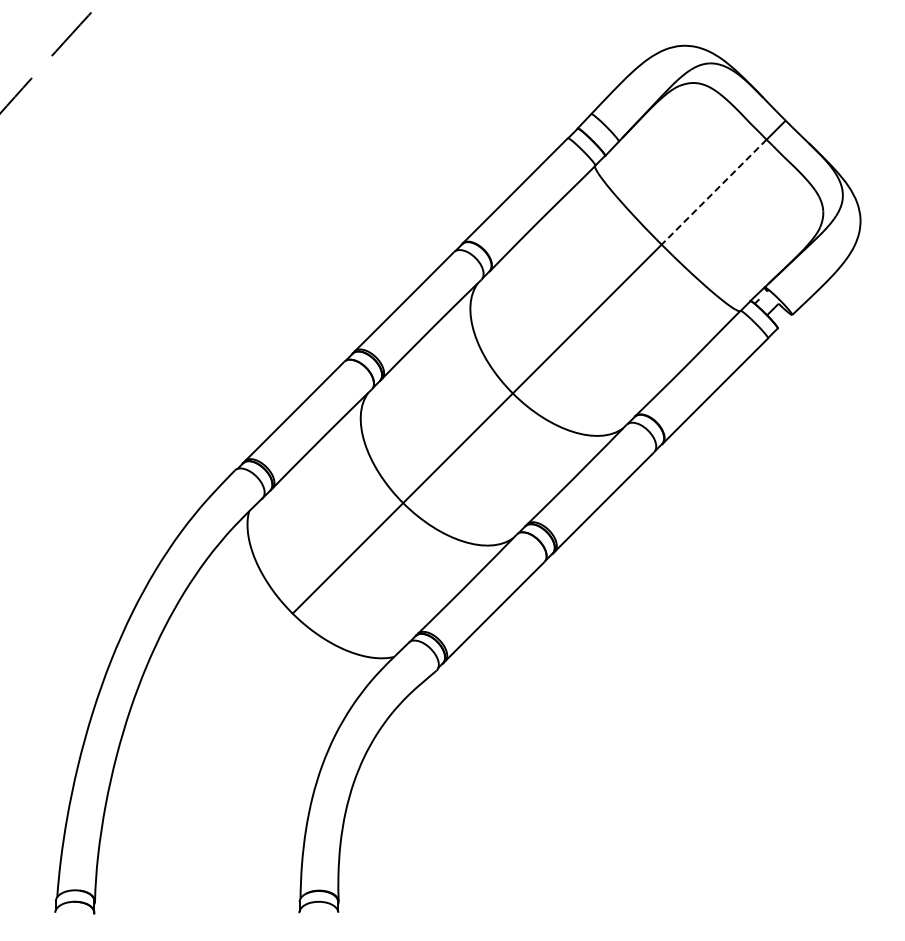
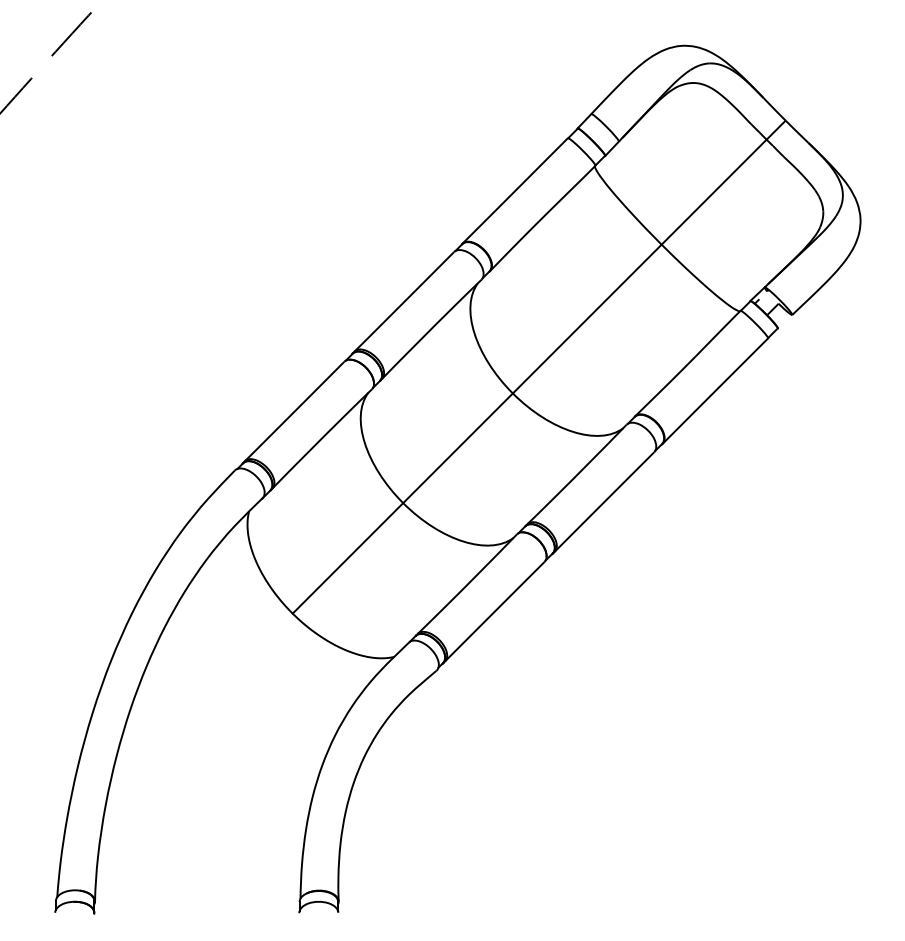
line at (713, 192): dashed -> solid
